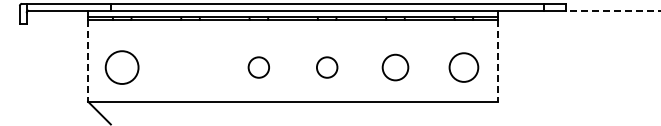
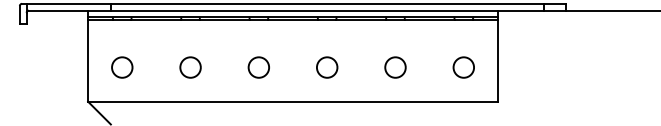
line at (613, 10): dashed -> solid
line at (88, 60): dashed -> solid
line at (497, 60): dashed -> solid
circle at (121, 67) size: 36x35 px -> 23x23 px
circle at (190, 67): none -> present
circle at (395, 67) size: 29x29 px -> 23x23 px
circle at (463, 67) size: 32x31 px -> 23x23 px
